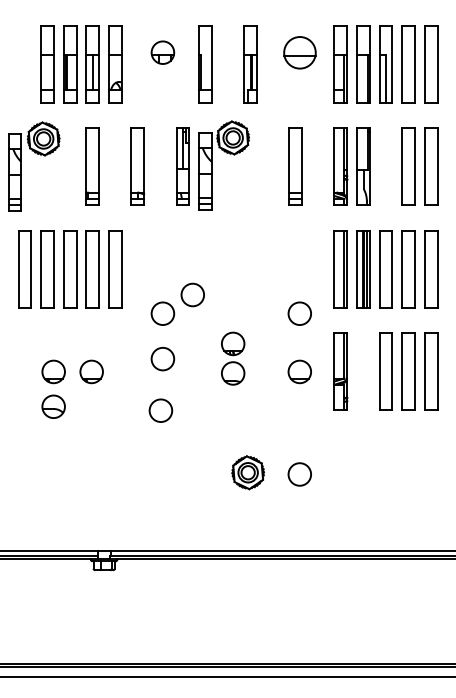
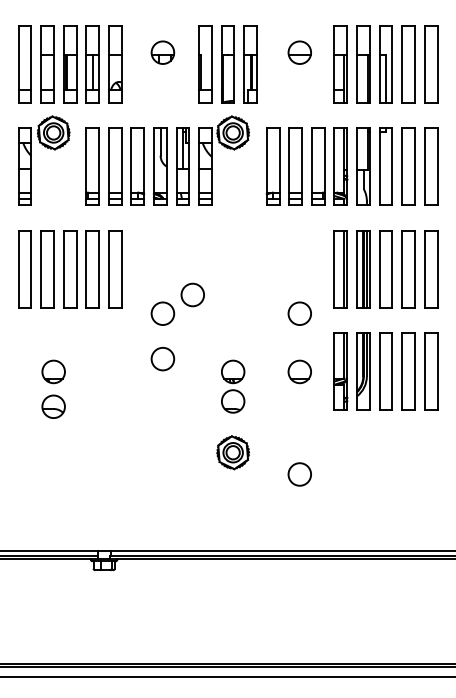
part at (299, 52) size: 34x34 px -> 25x25 px
part at (24, 64): none -> present
part at (227, 64): none -> present
part at (37, 154) position: (37, 154) -> (47, 148)
part at (212, 165) position: (212, 165) -> (212, 160)
part at (115, 166): none -> present
part at (160, 166): none -> present
part at (272, 166): none -> present
part at (318, 166): none -> present
part at (385, 166): none -> present
part at (233, 358) position: (233, 358) -> (233, 386)
part at (91, 371): present -> none
part at (363, 371): none -> present
circle at (160, 410): present -> none
part at (248, 472) position: (248, 472) -> (233, 452)
